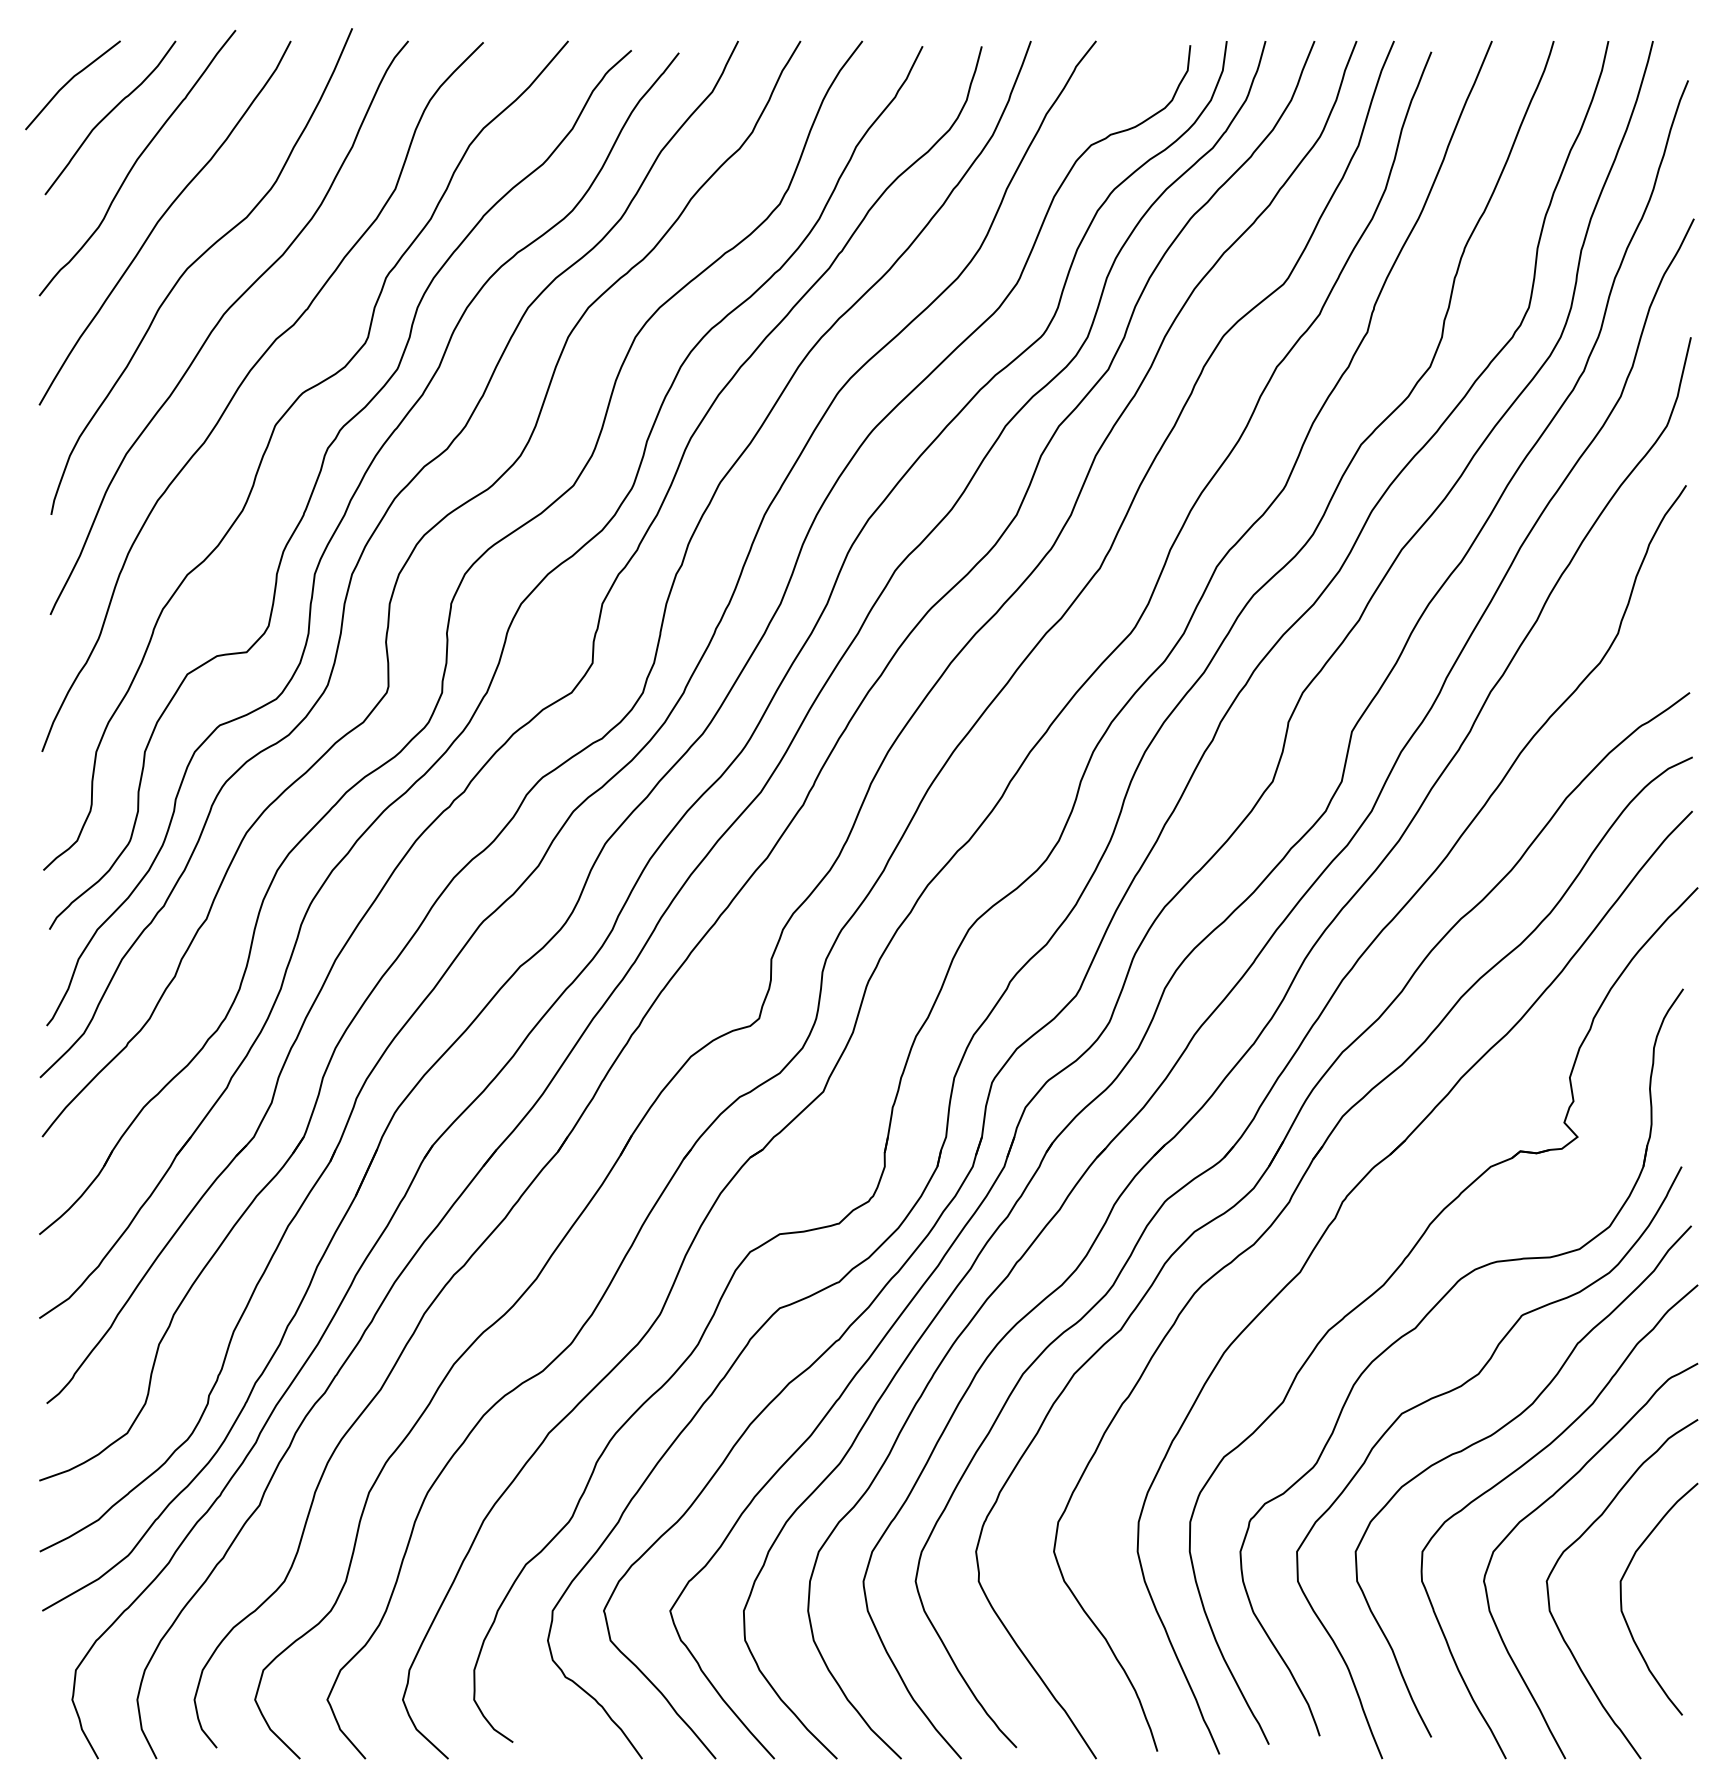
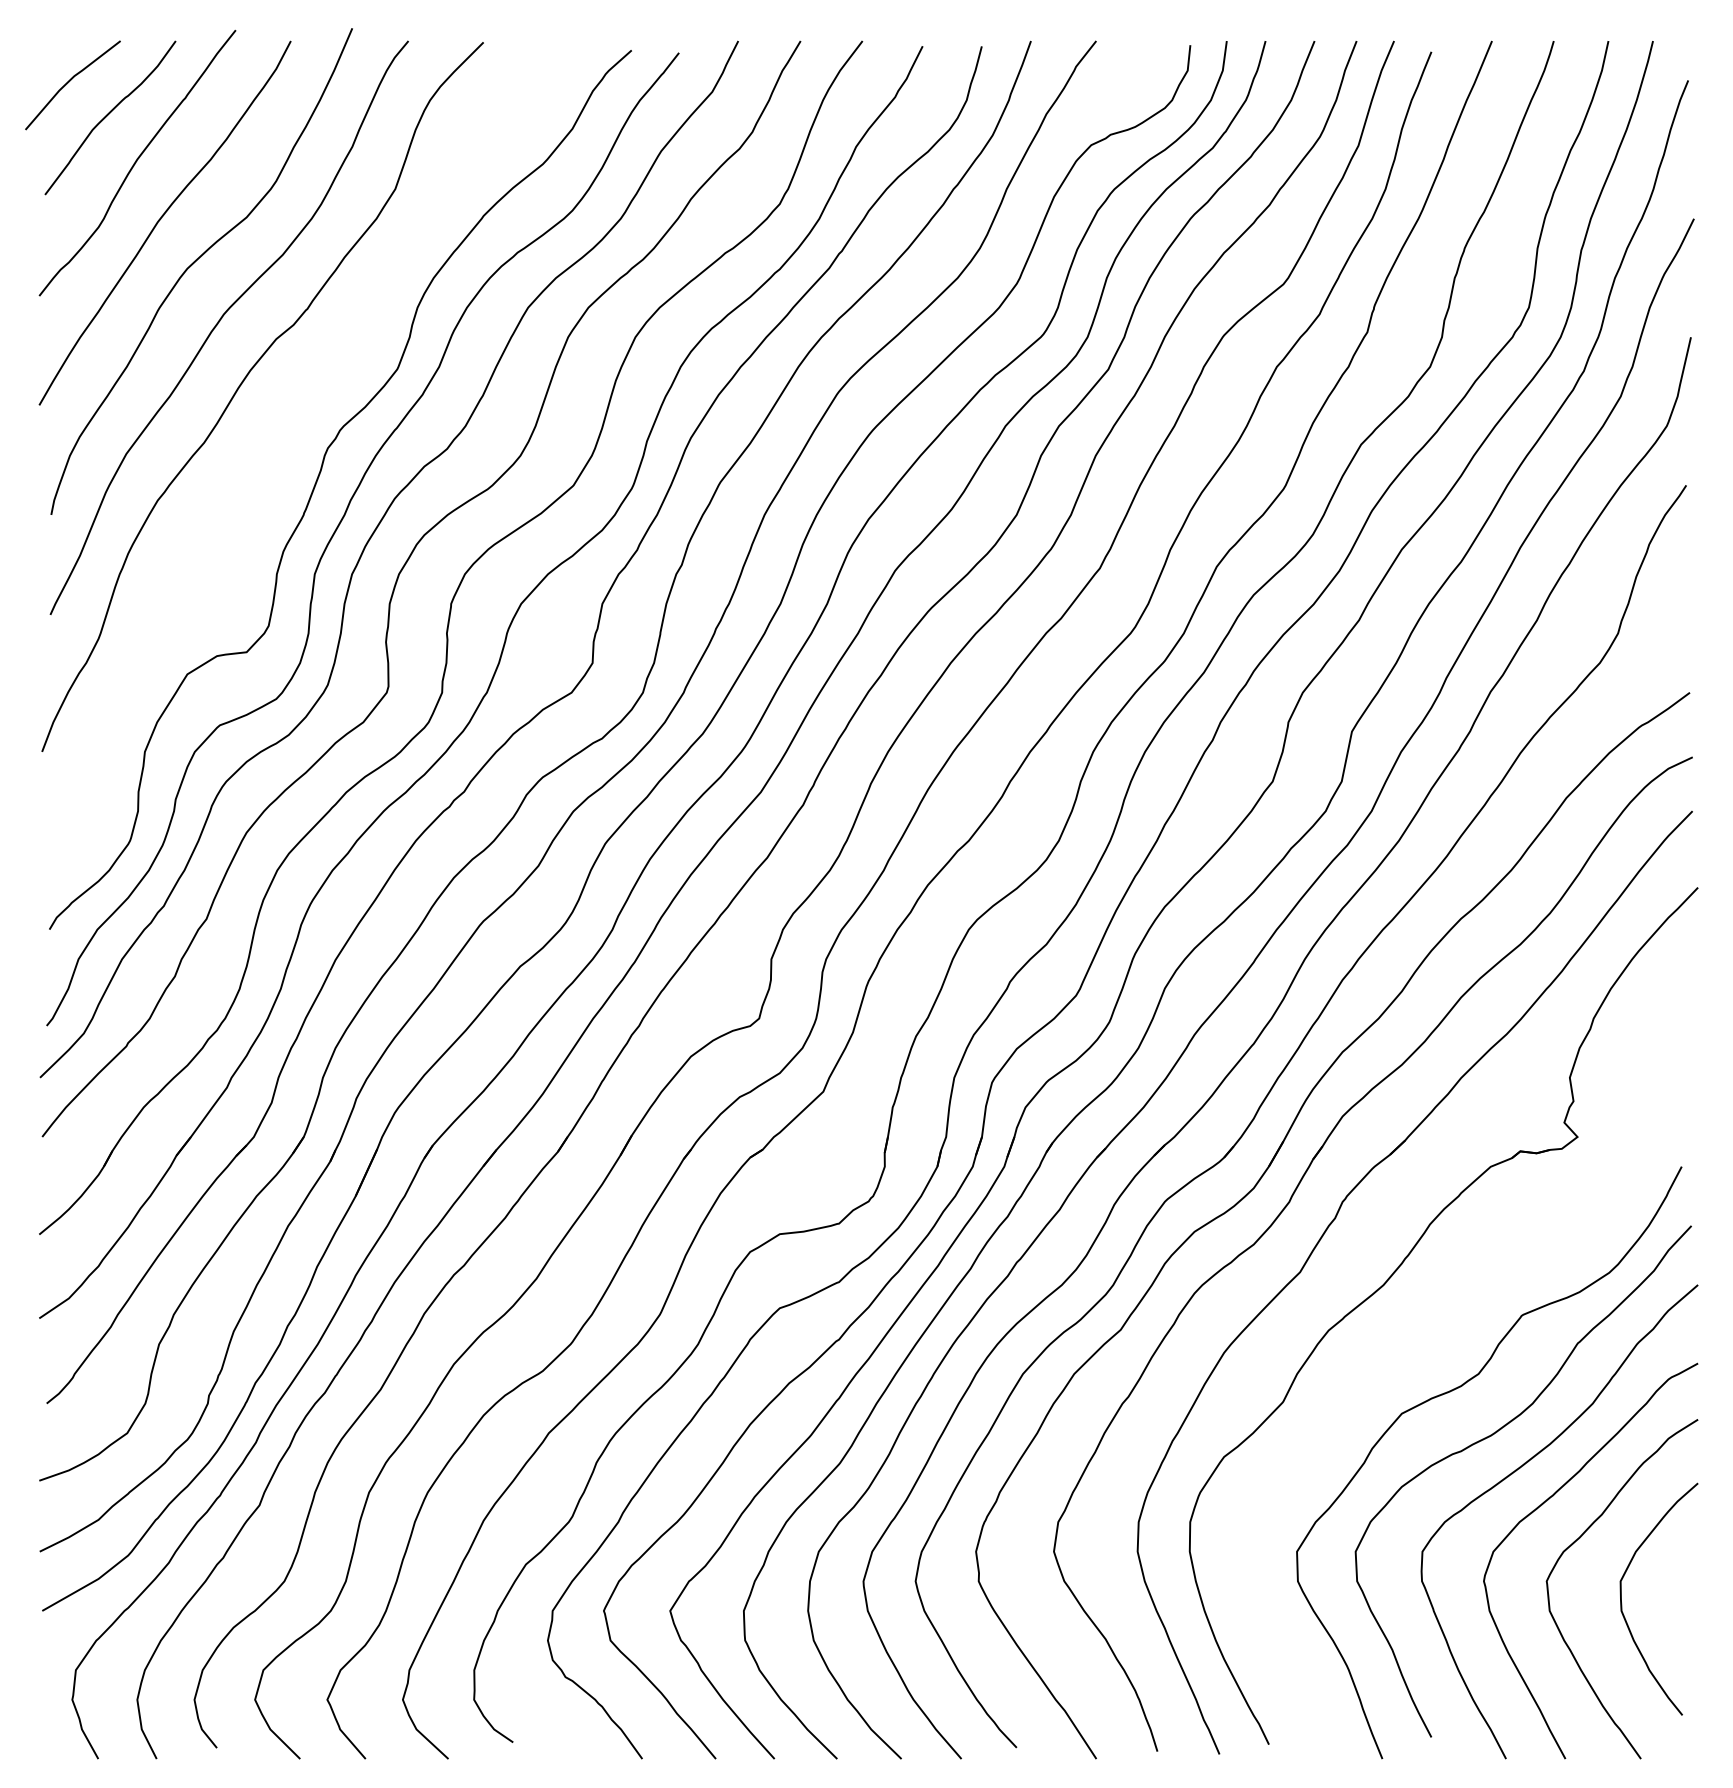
curve at (271, 439): present -> none
part at (1418, 1326): present -> none
